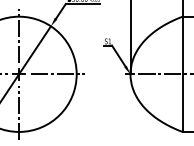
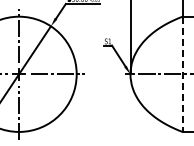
line at (182, 74): solid -> dashed
